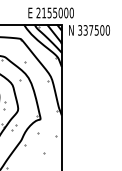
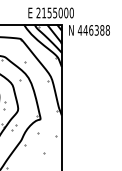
text at (93, 30): 337500 -> 446388
